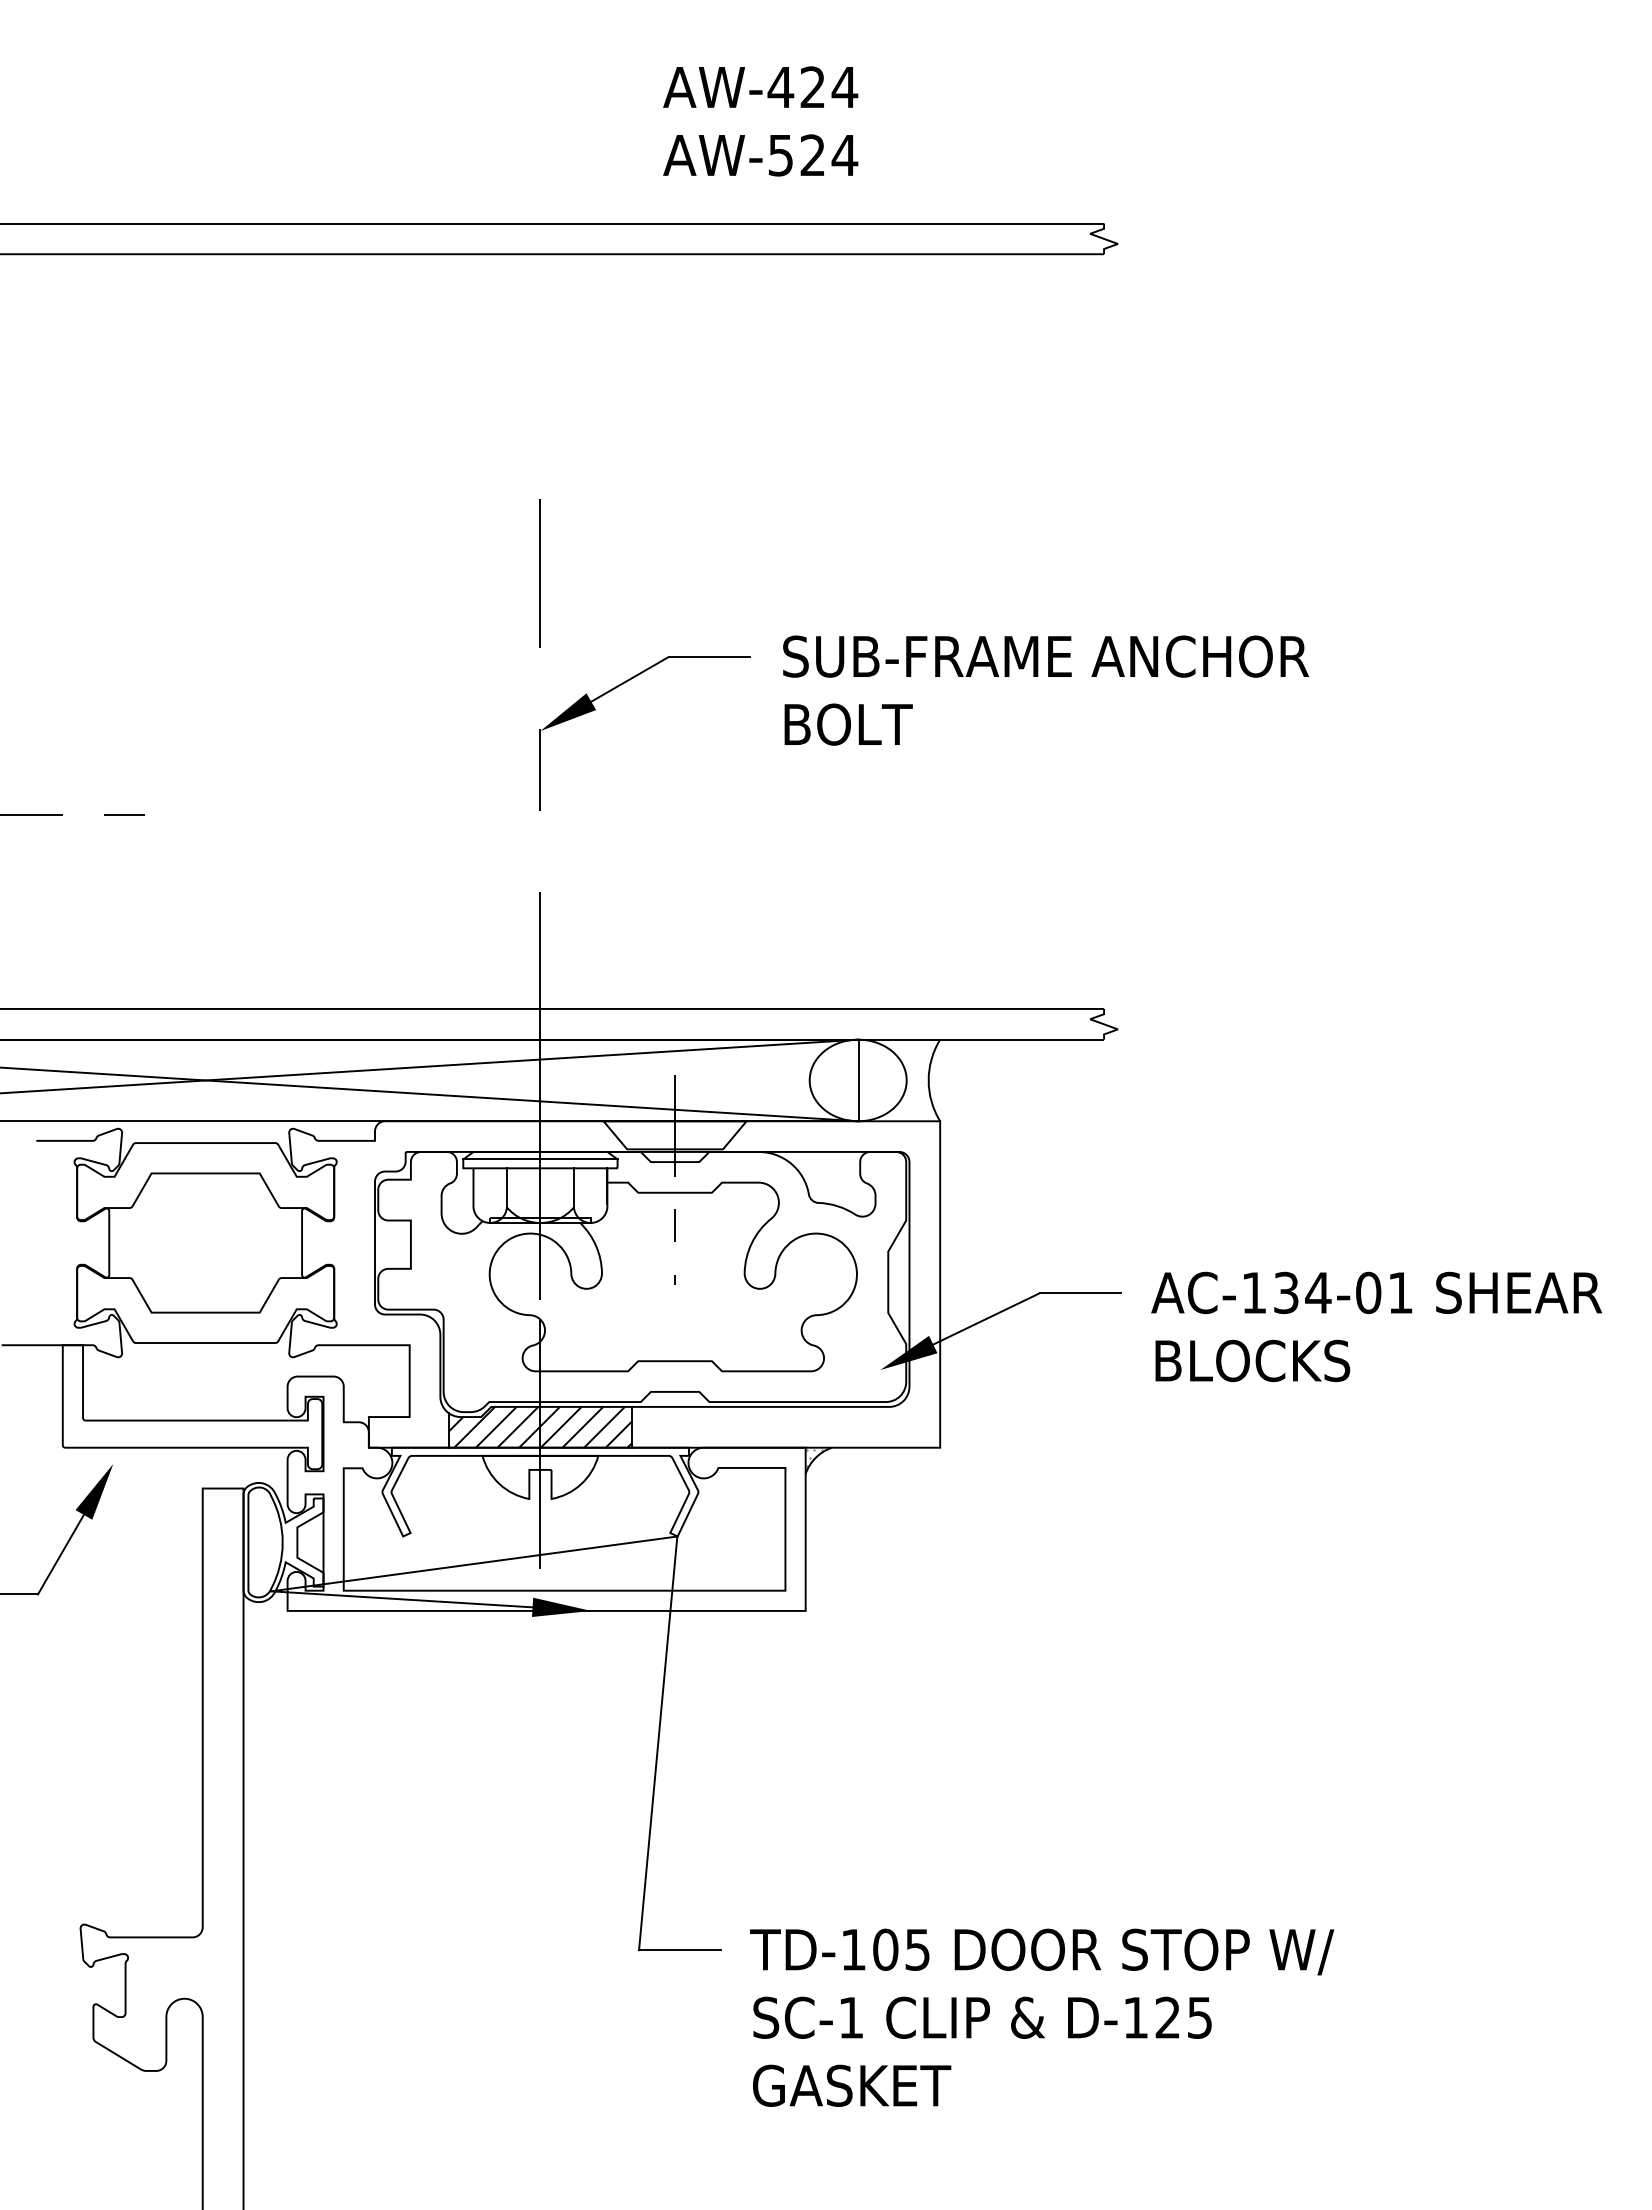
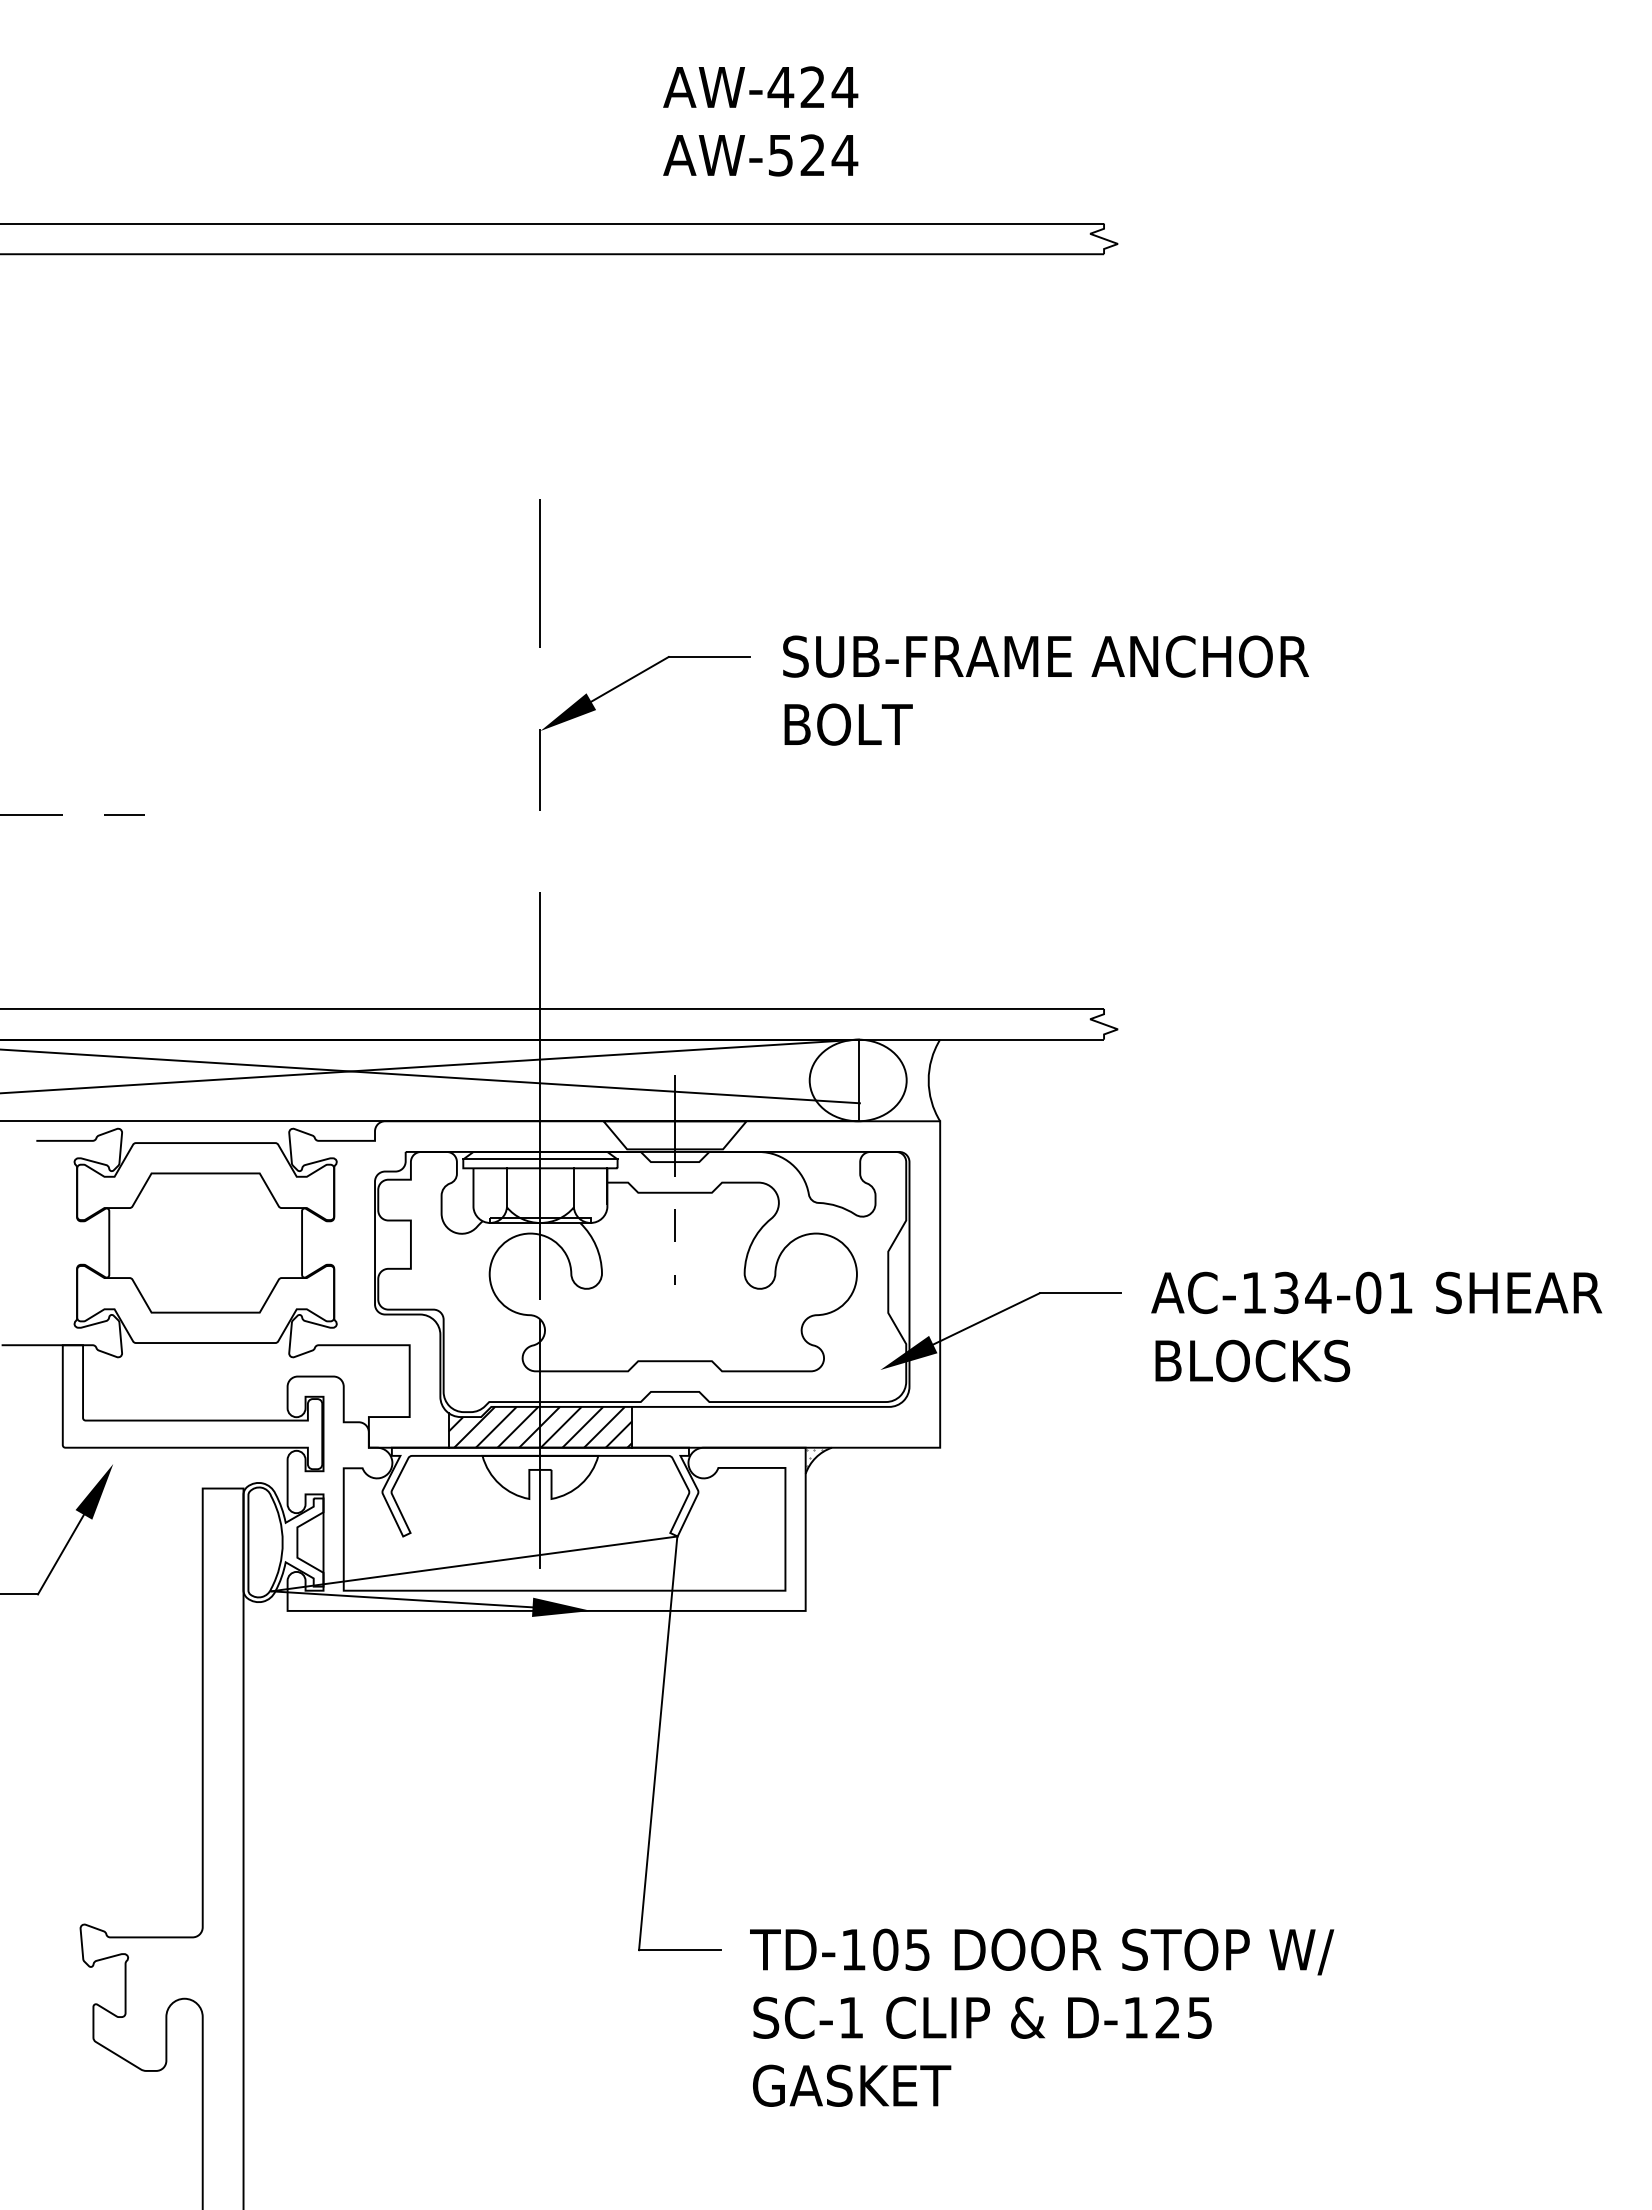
line at (430, 1094) position: (430, 1094) -> (430, 1076)
